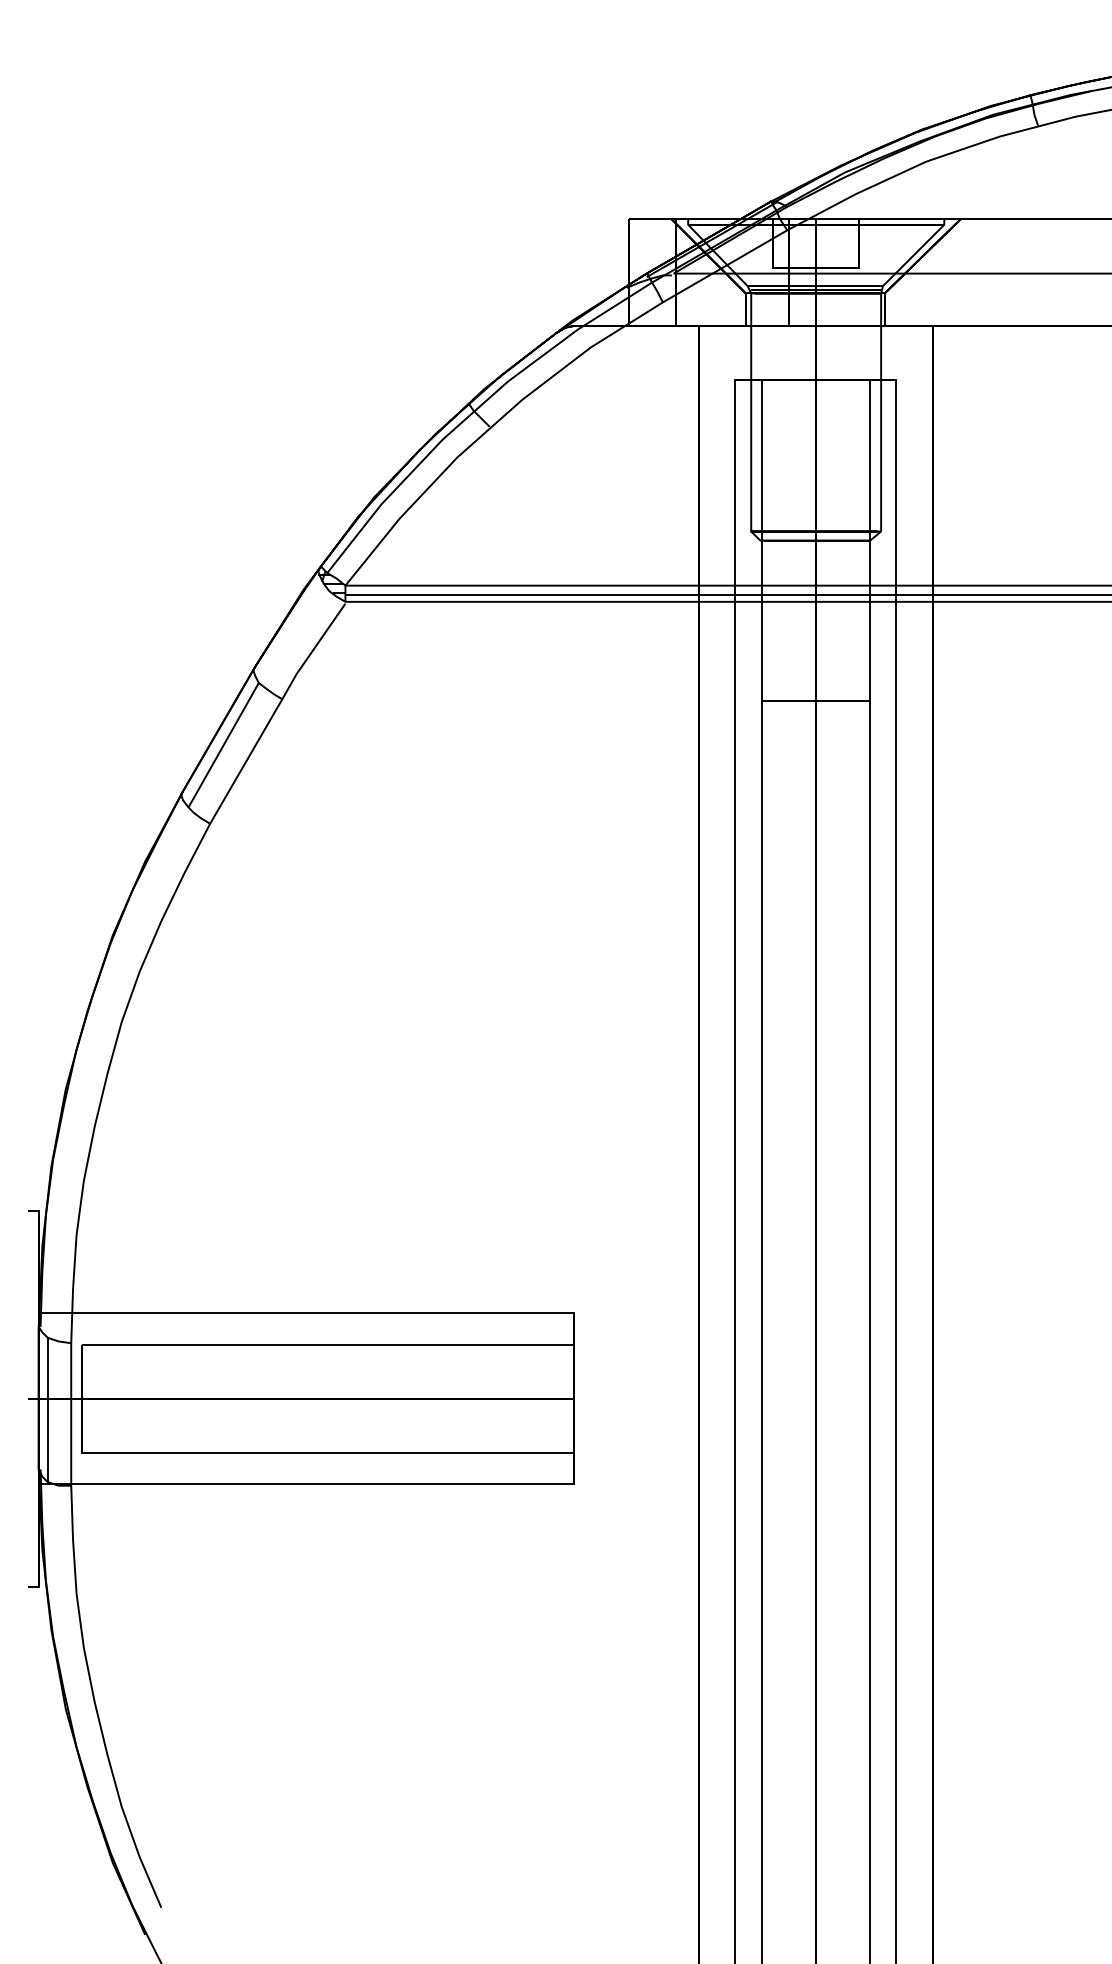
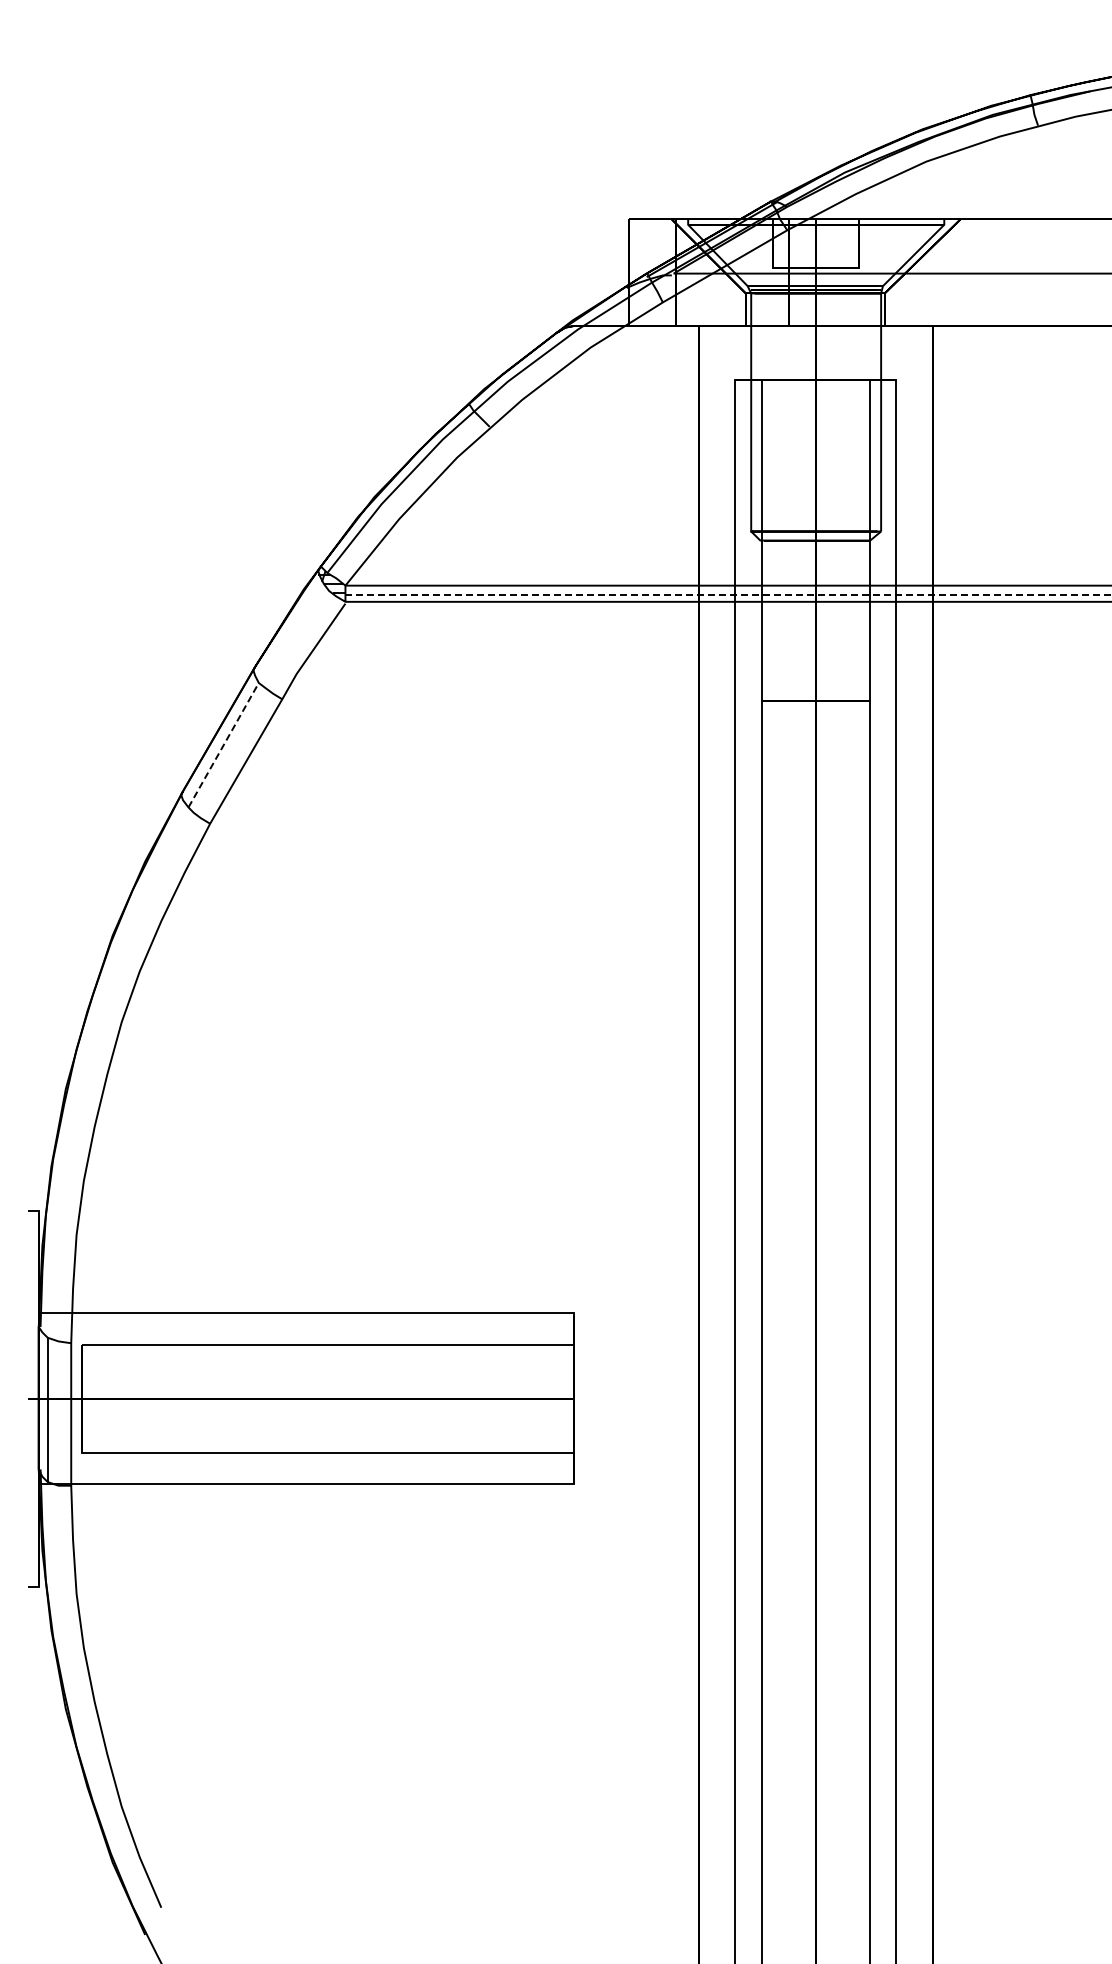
line at (728, 594): solid -> dashed
line at (223, 744): solid -> dashed
